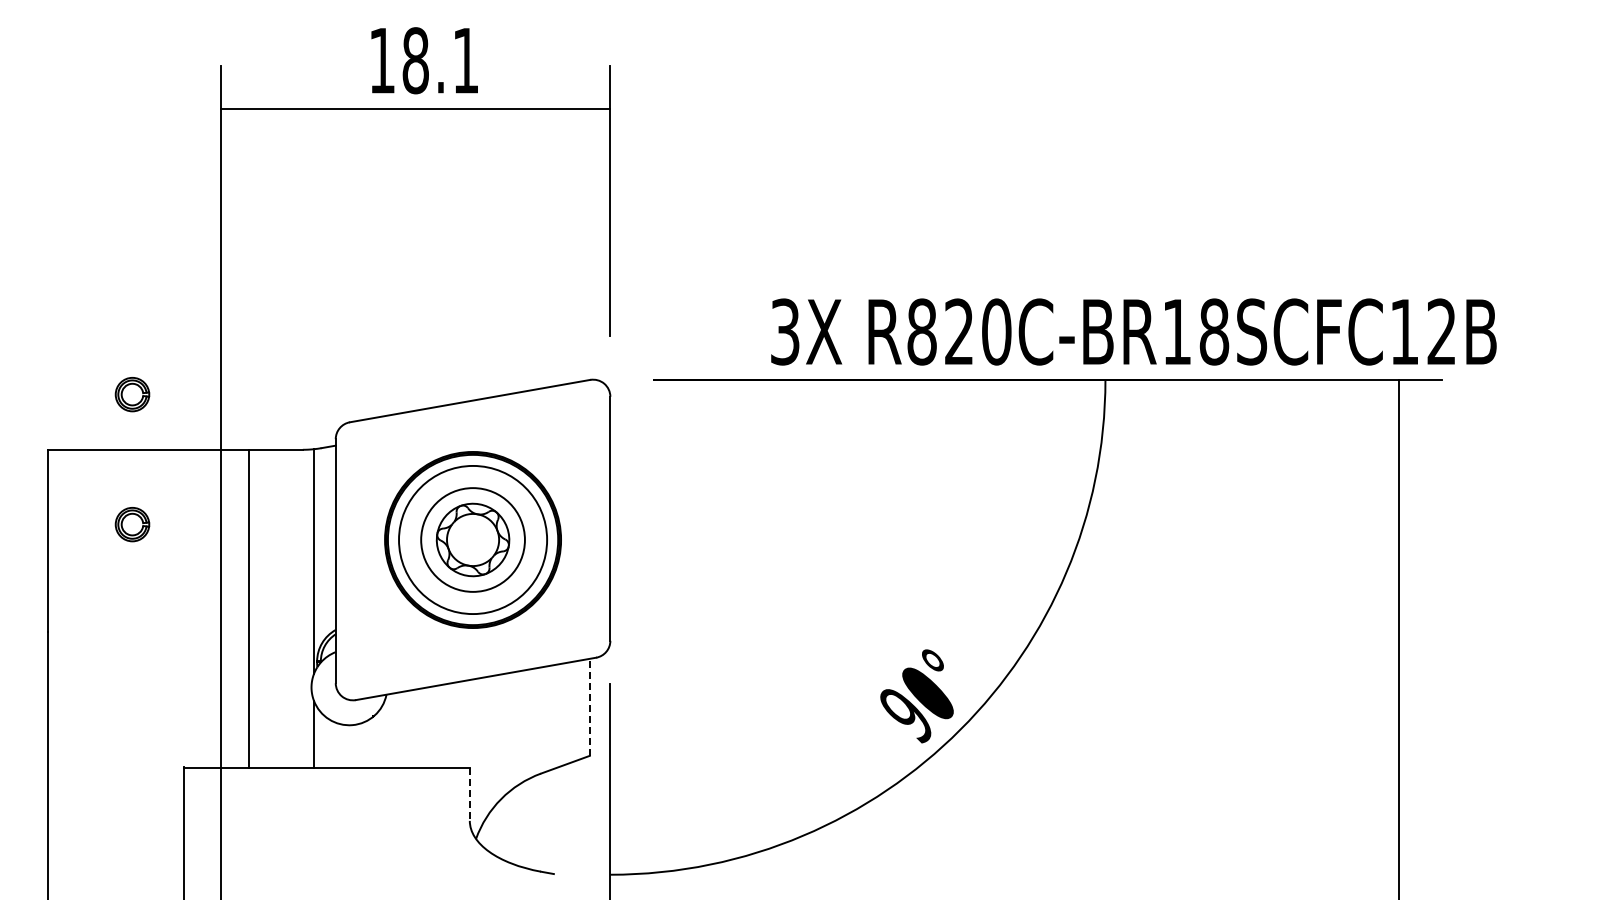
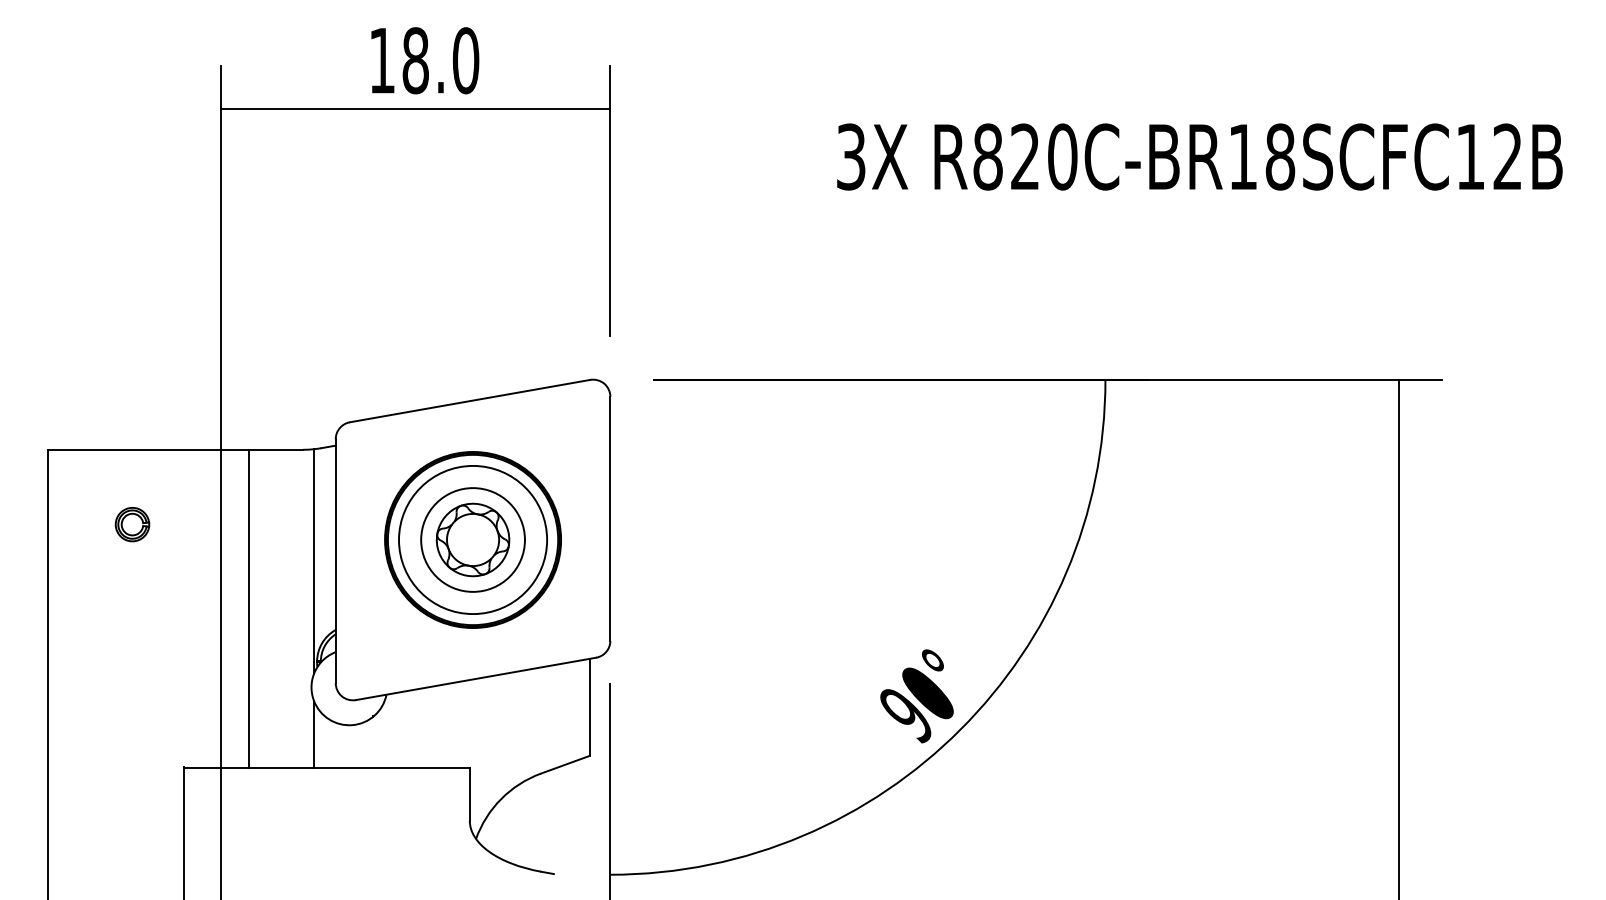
text at (465, 60): 18.1 -> 18.0
text at (1133, 331) position: (1133, 331) -> (1199, 156)
part at (132, 394): present -> none
line at (589, 707): dashed -> solid
line at (469, 795): dashed -> solid
